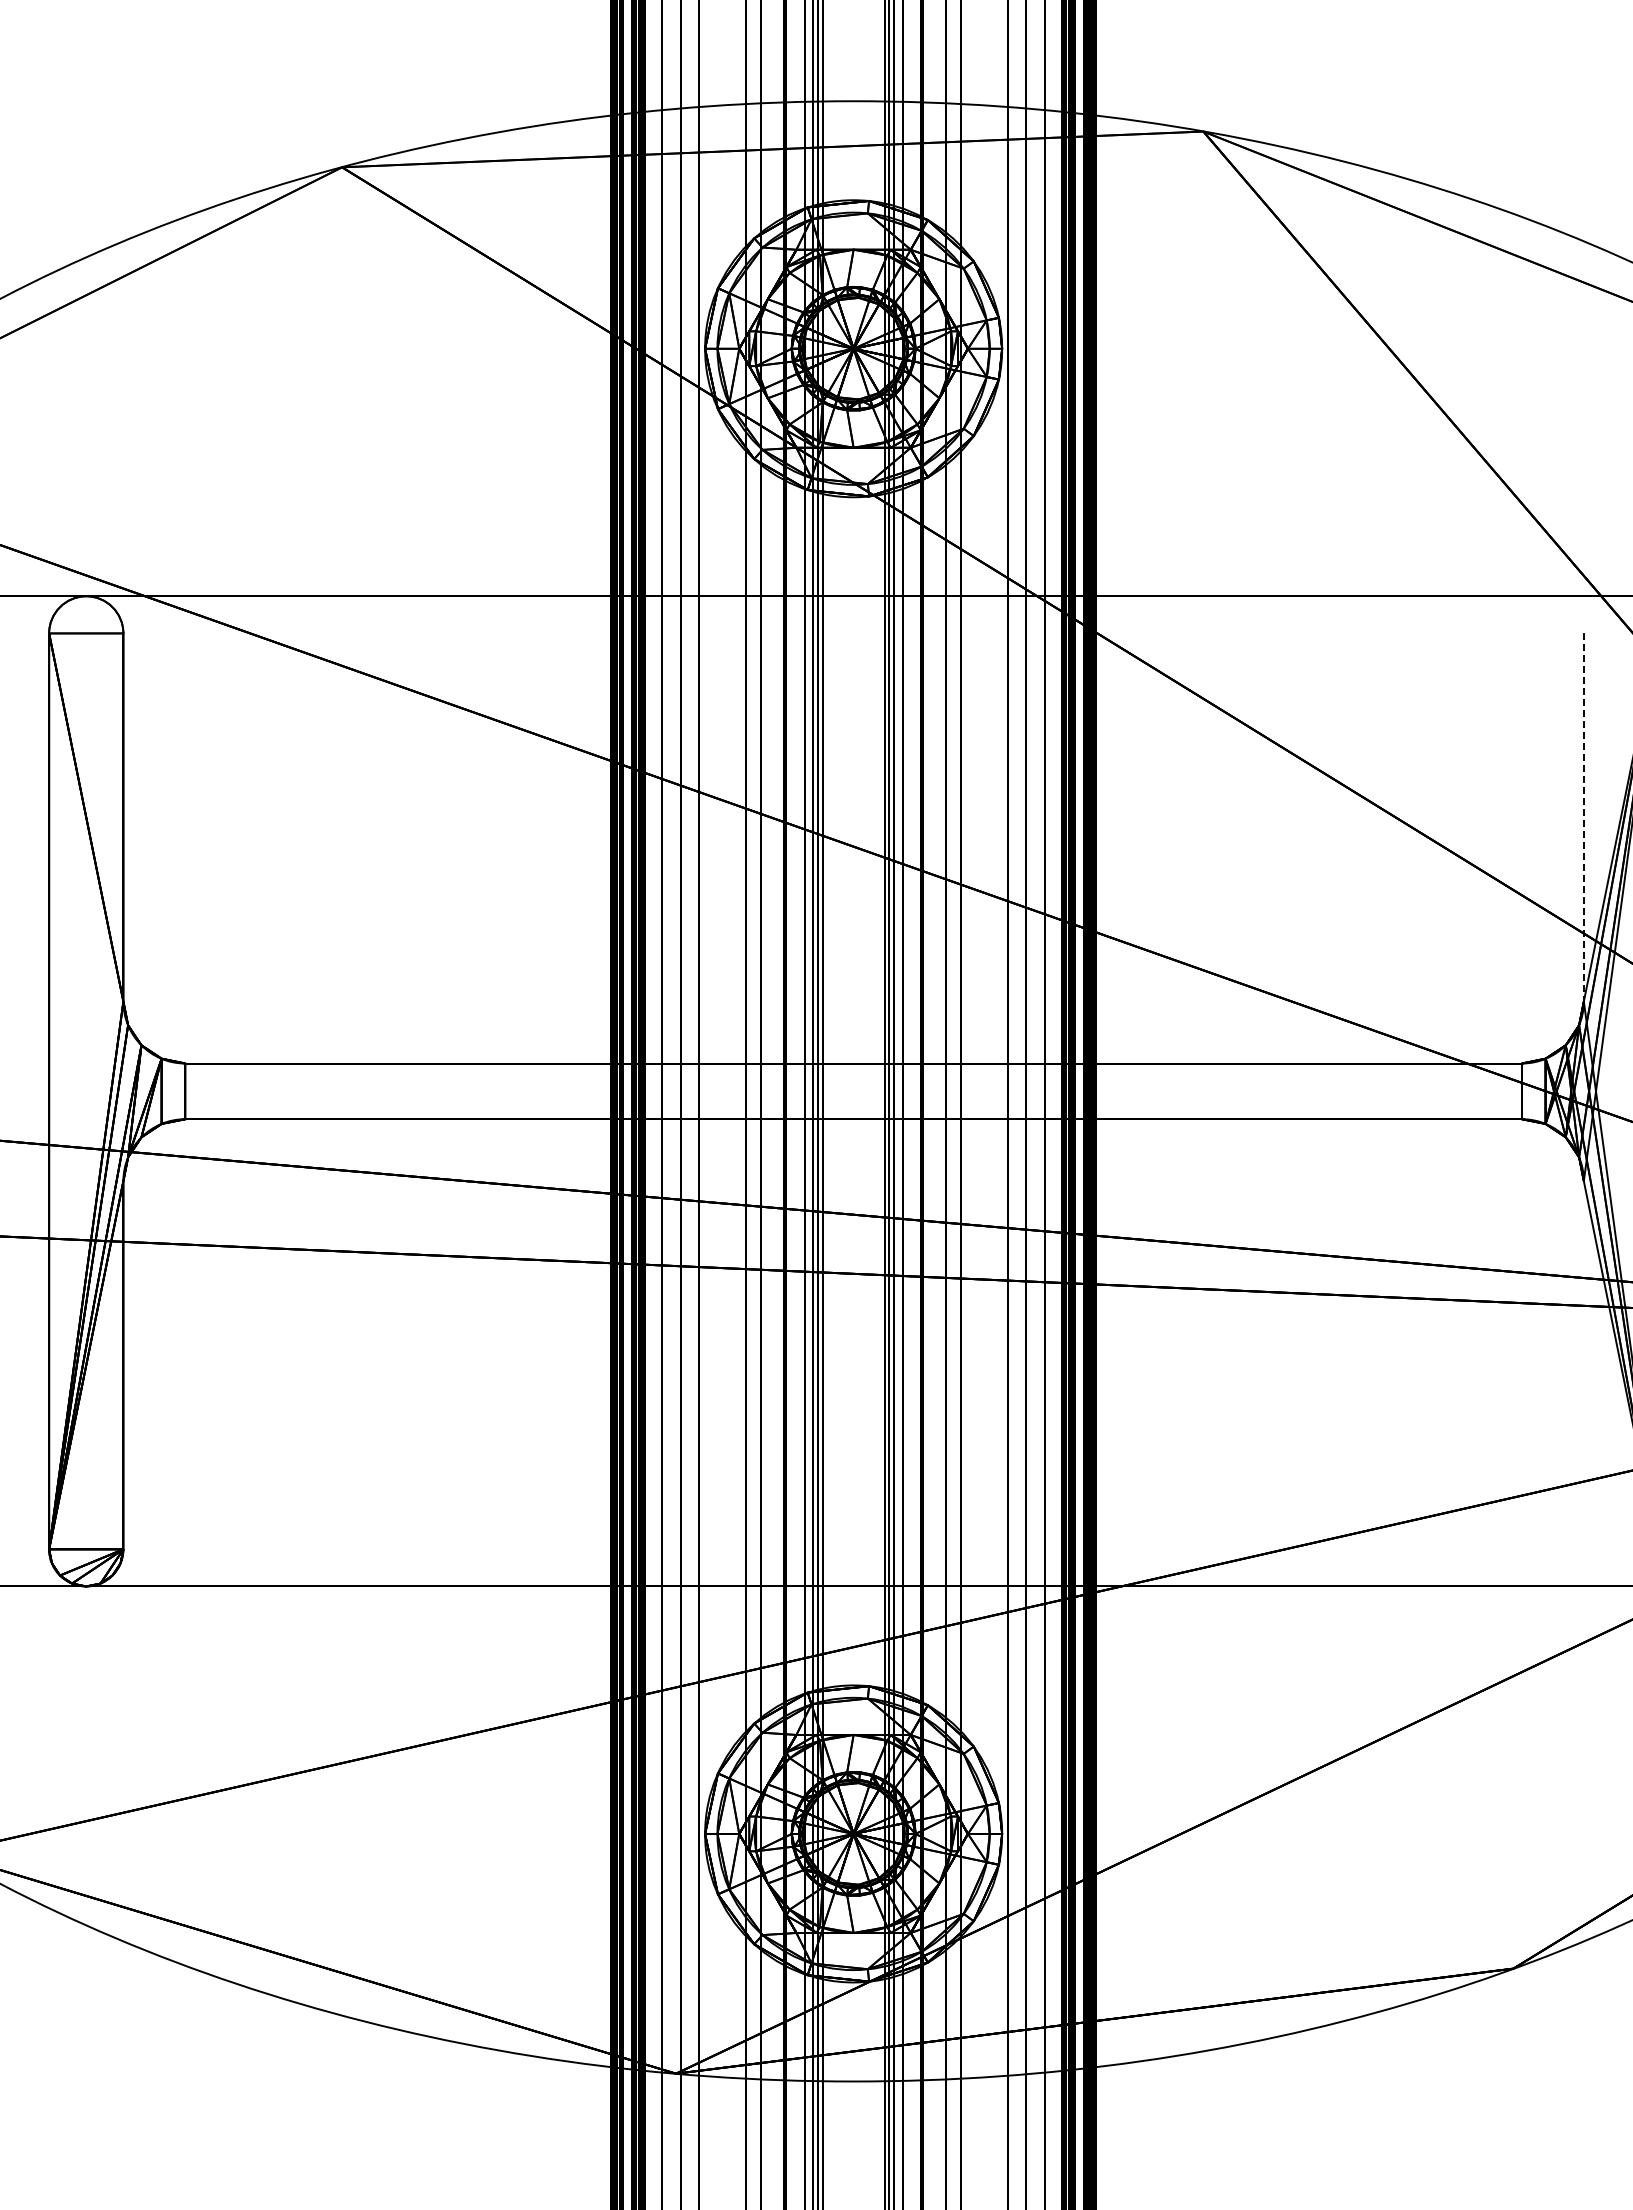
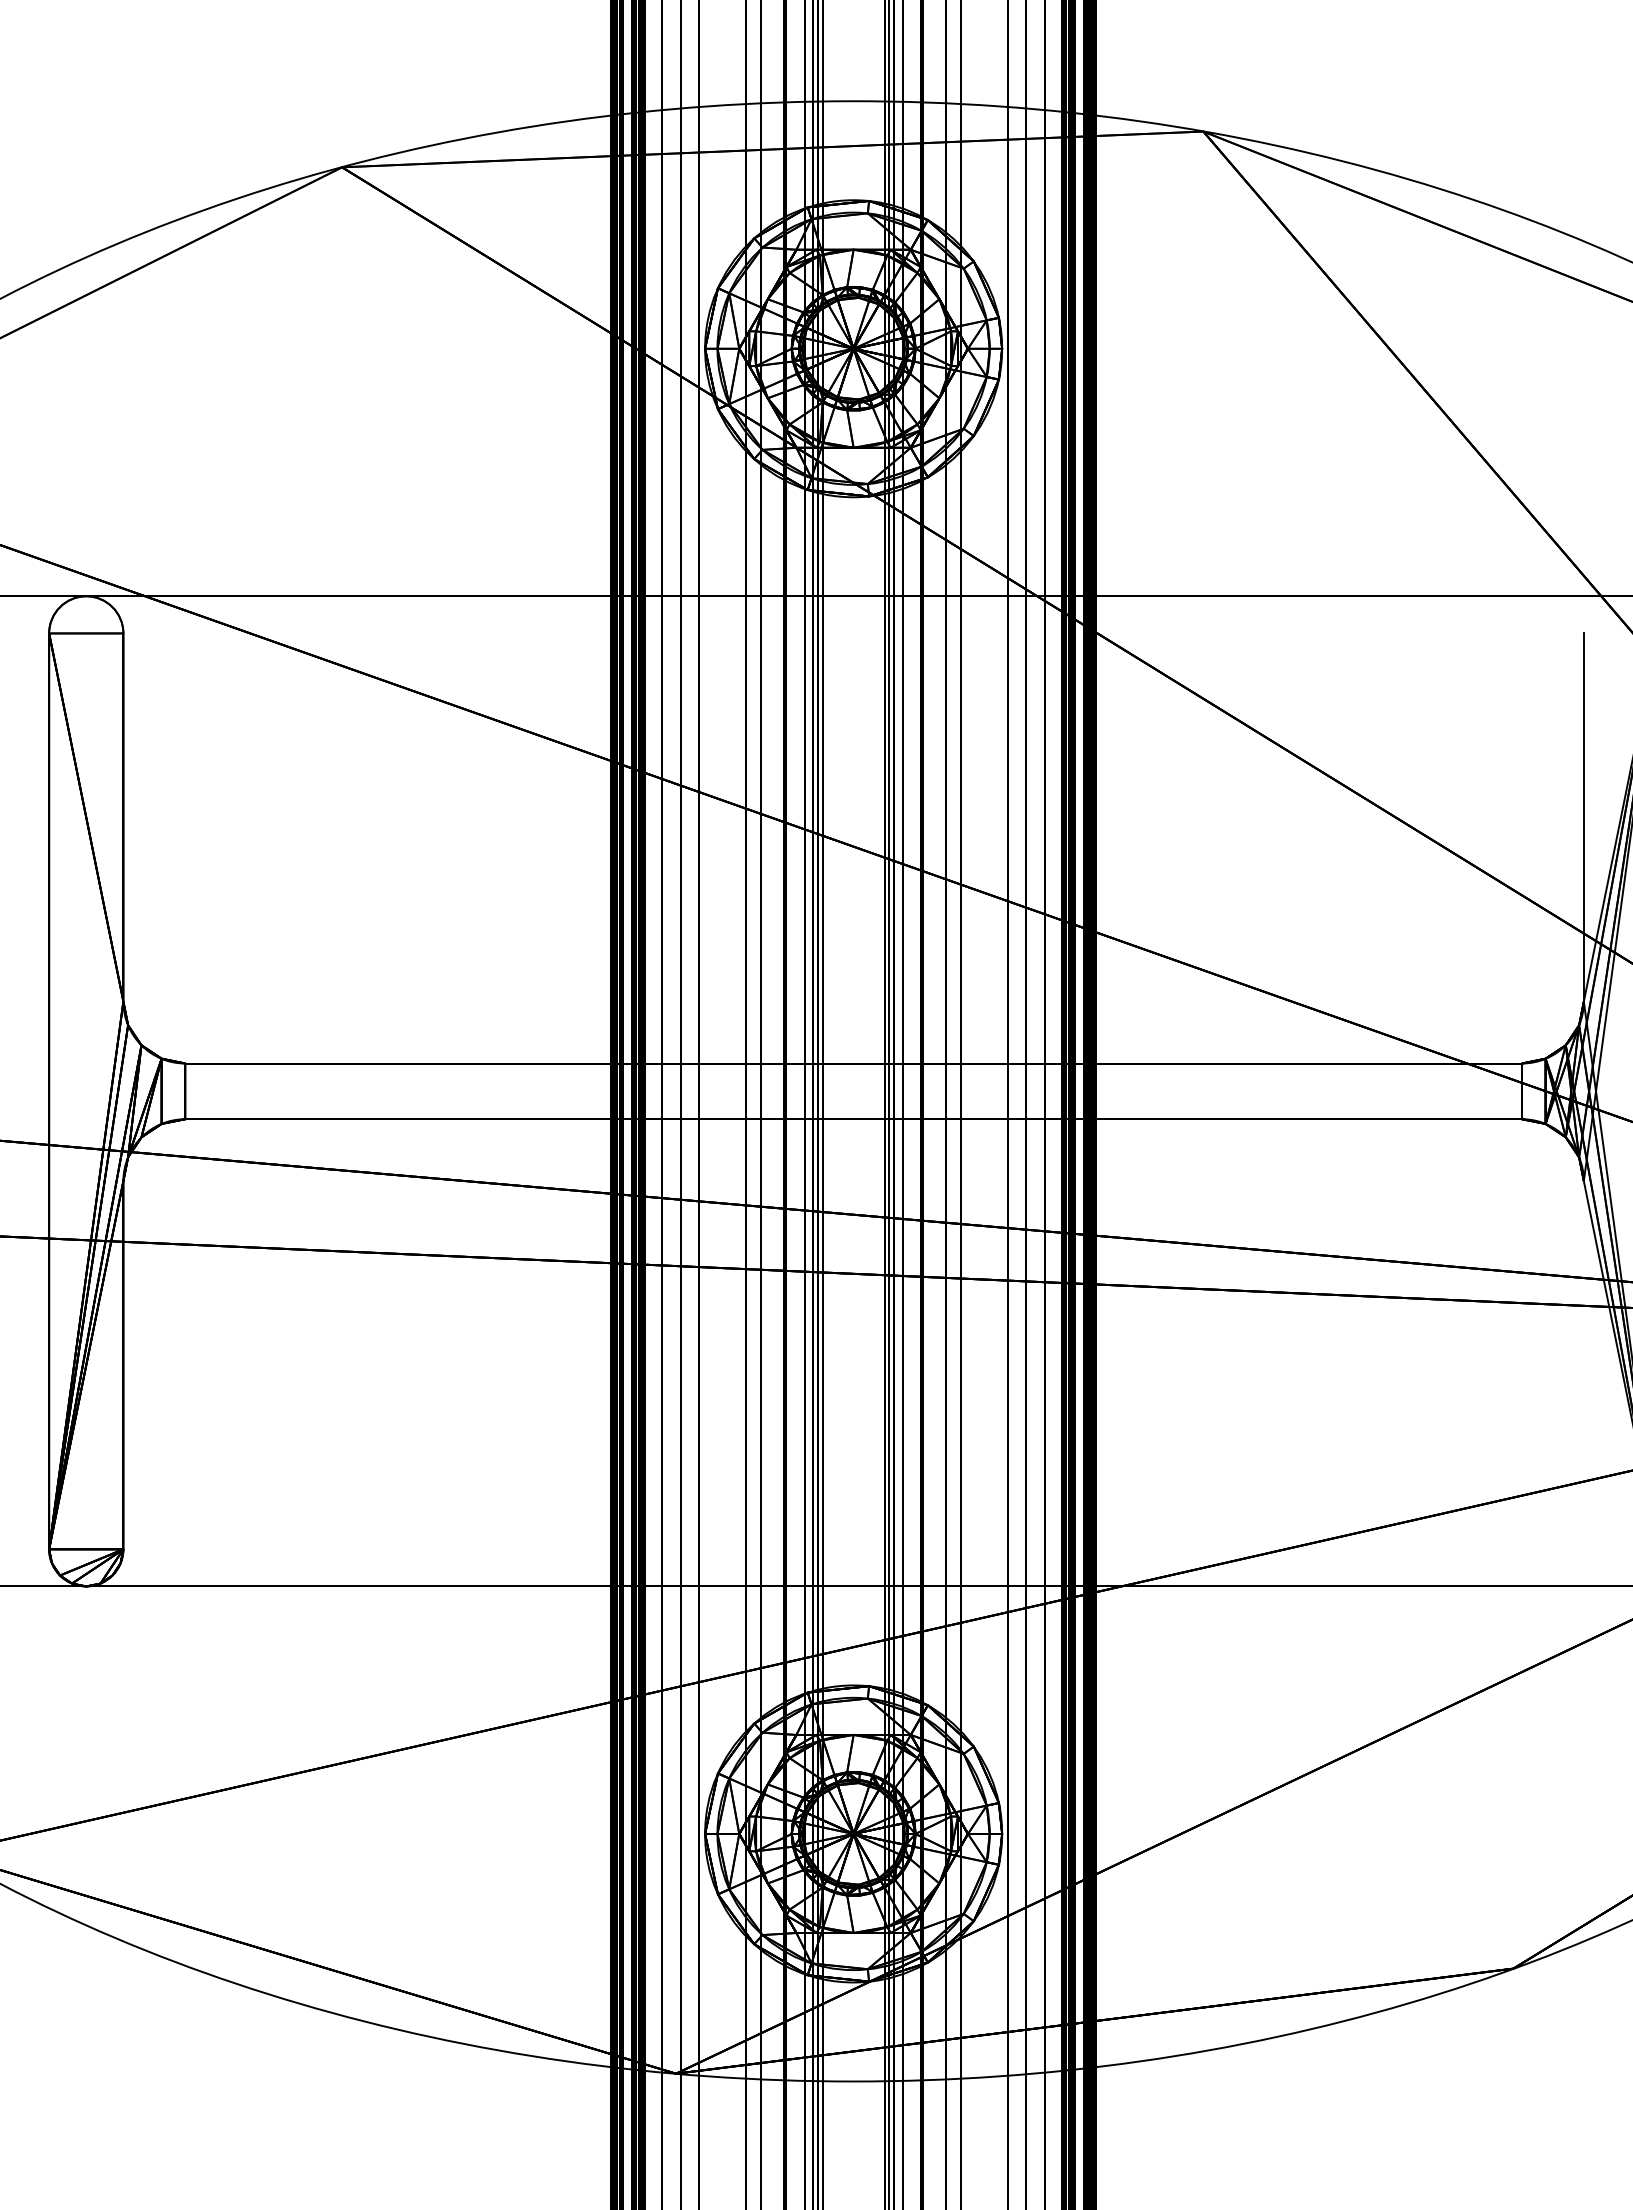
line at (1583, 818): dashed -> solid
